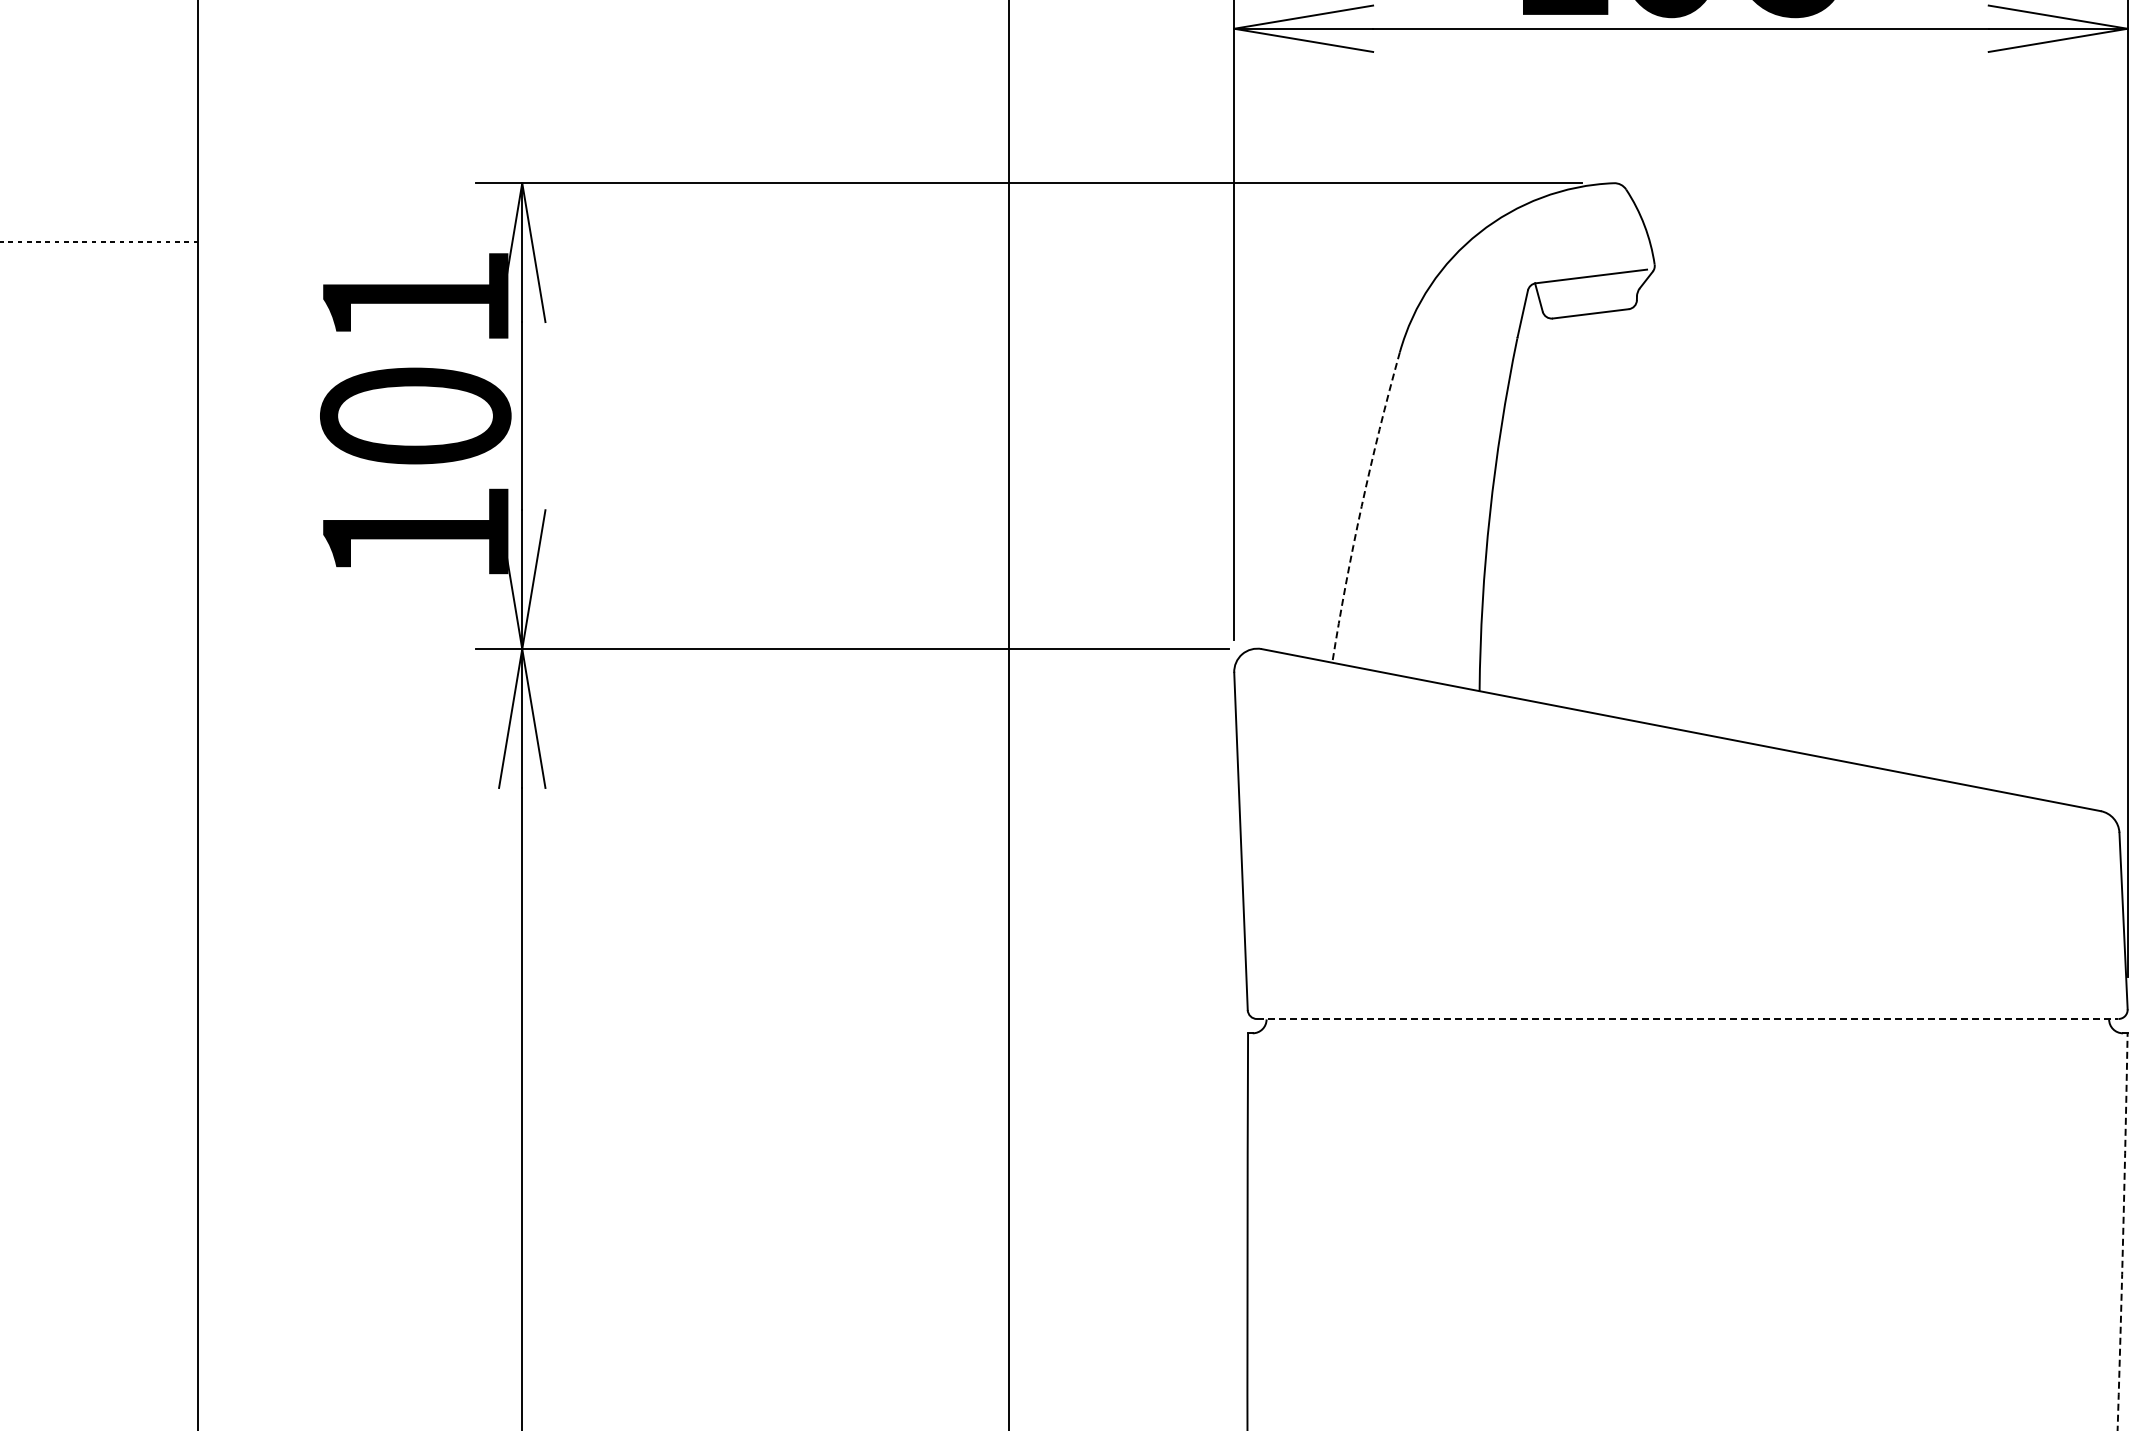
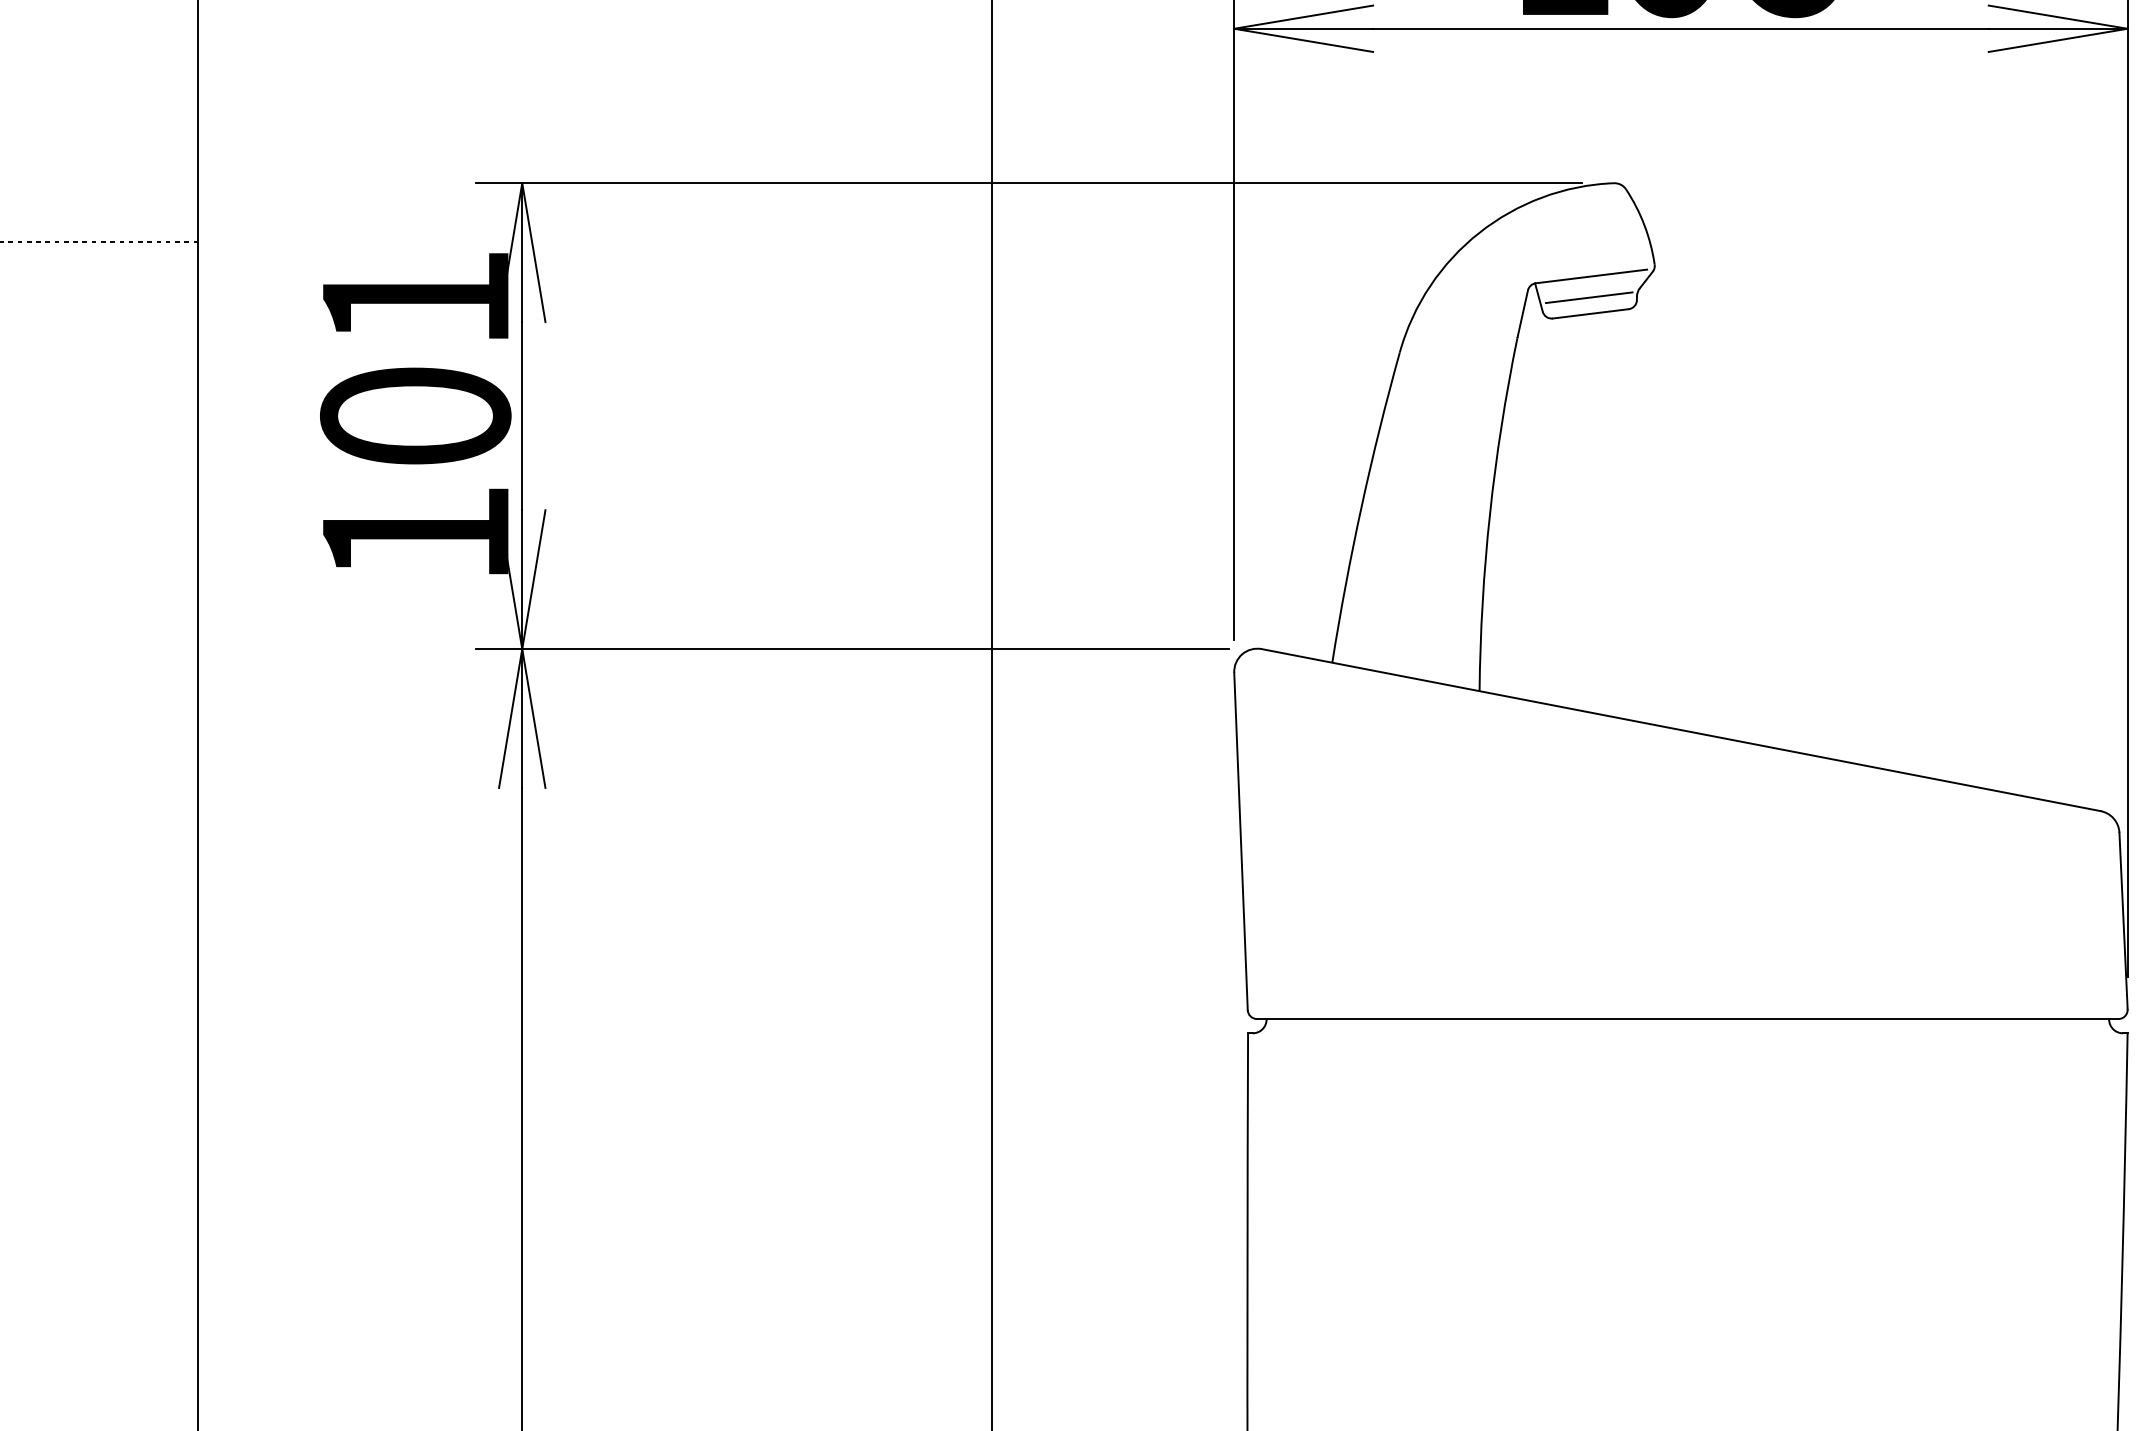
line at (1588, 297): none -> present
arc at (1361, 506): dashed -> solid
line at (1009, 714) position: (1009, 714) -> (992, 714)
line at (1687, 1019): dashed -> solid
arc at (2123, 1232): dashed -> solid
